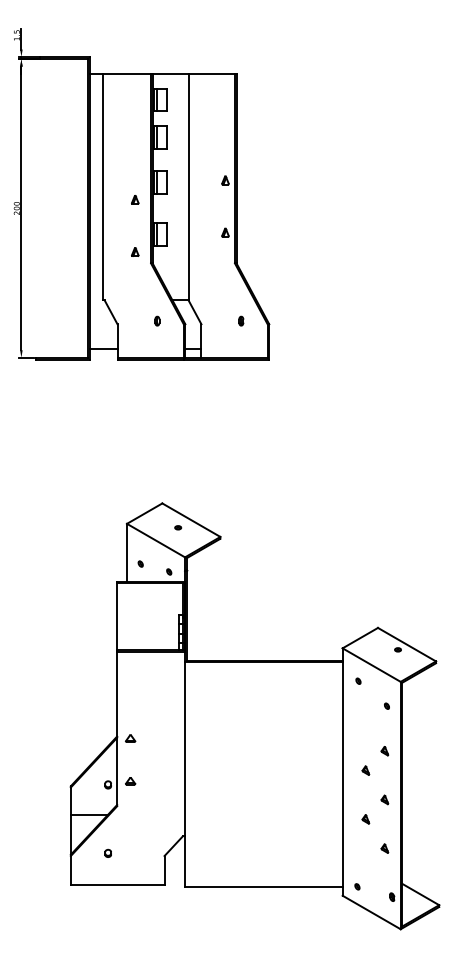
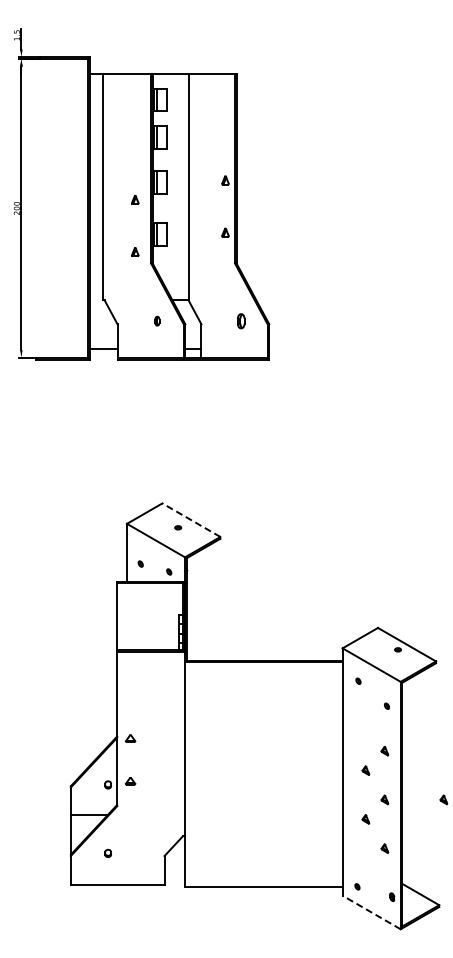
part at (241, 320) size: 7x12 px -> 9x17 px
line at (191, 520): solid -> dashed
part at (443, 799): none -> present
line at (371, 912): solid -> dashed
